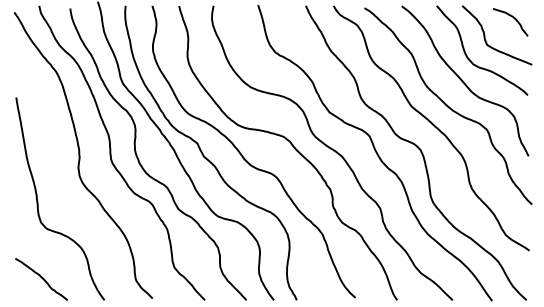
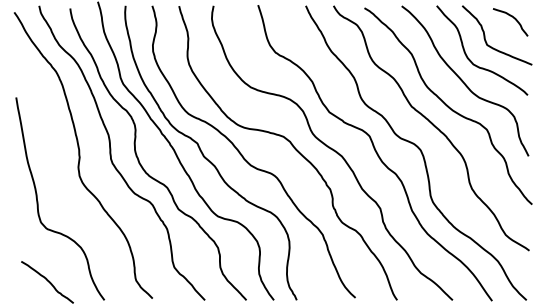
curve at (41, 278) position: (41, 278) -> (47, 281)
